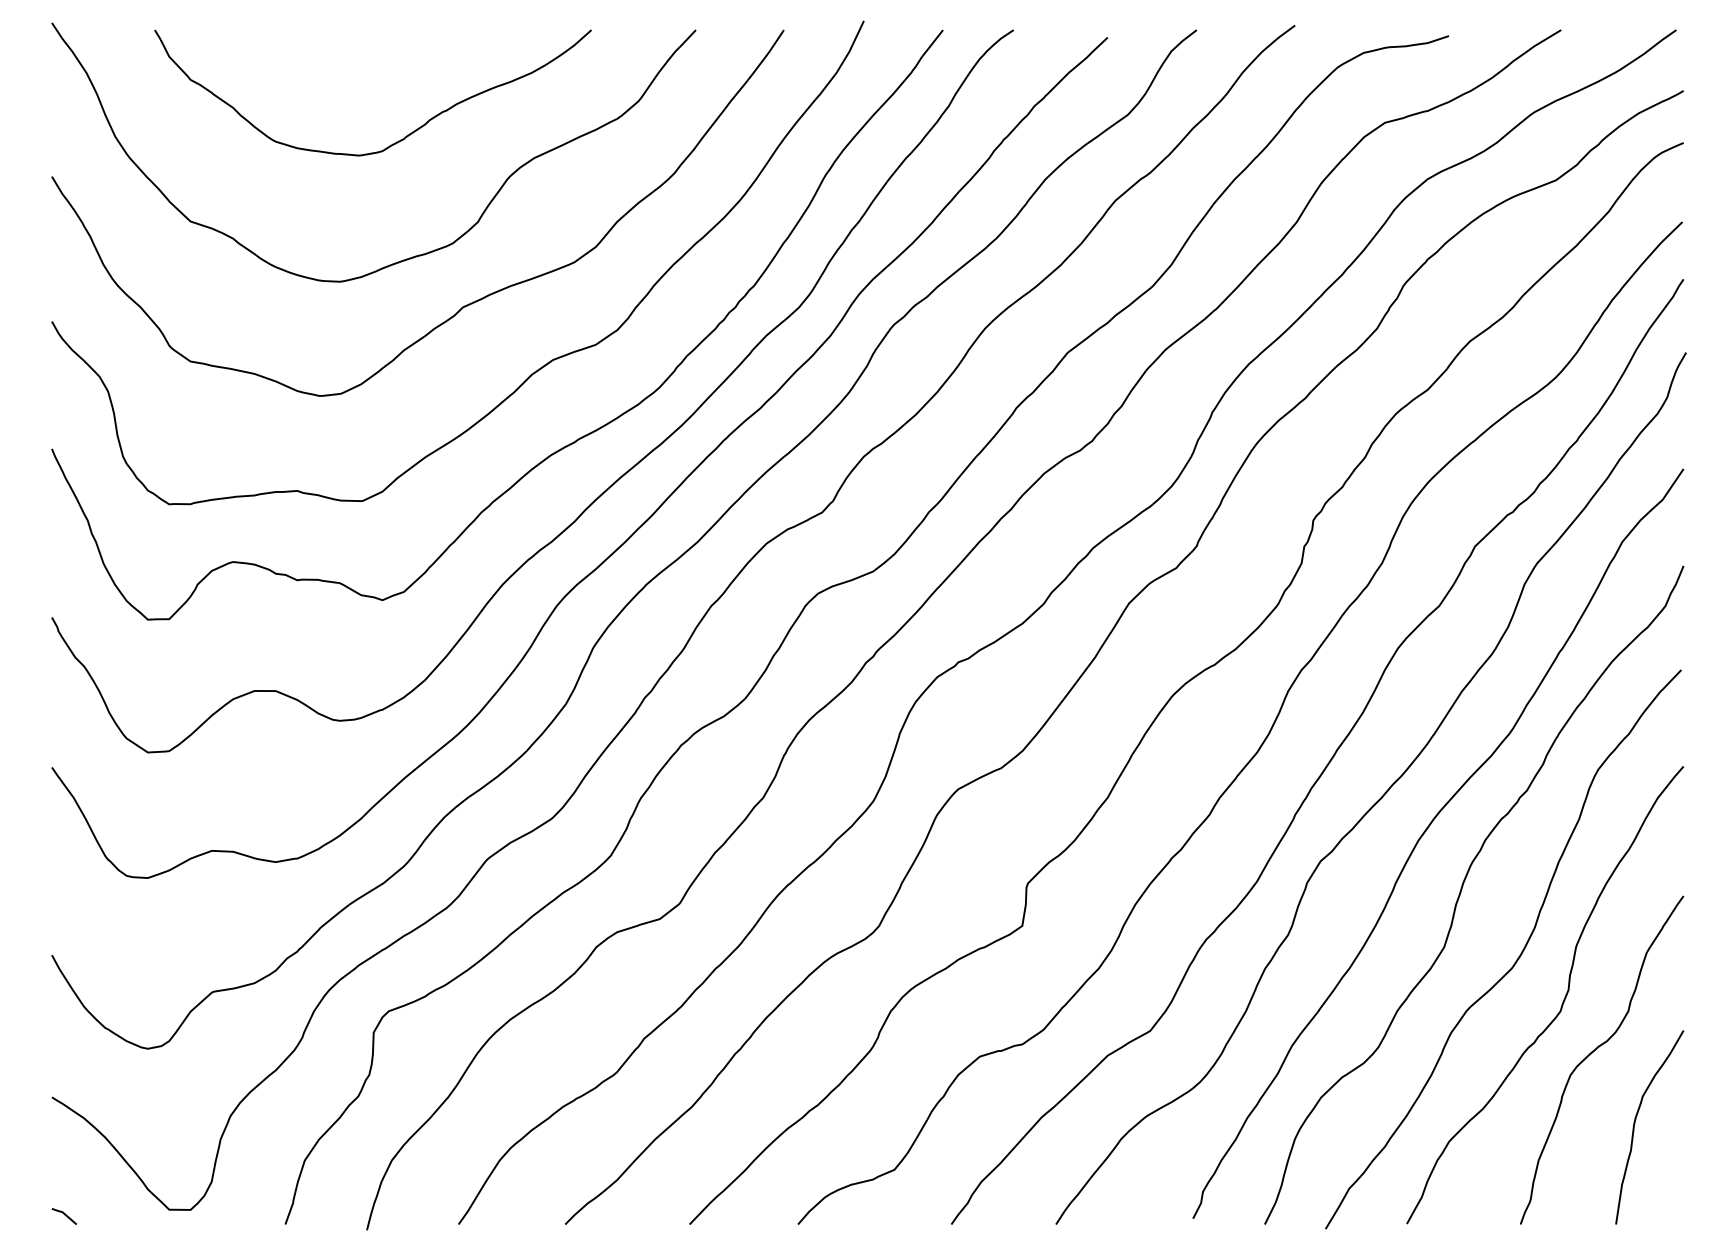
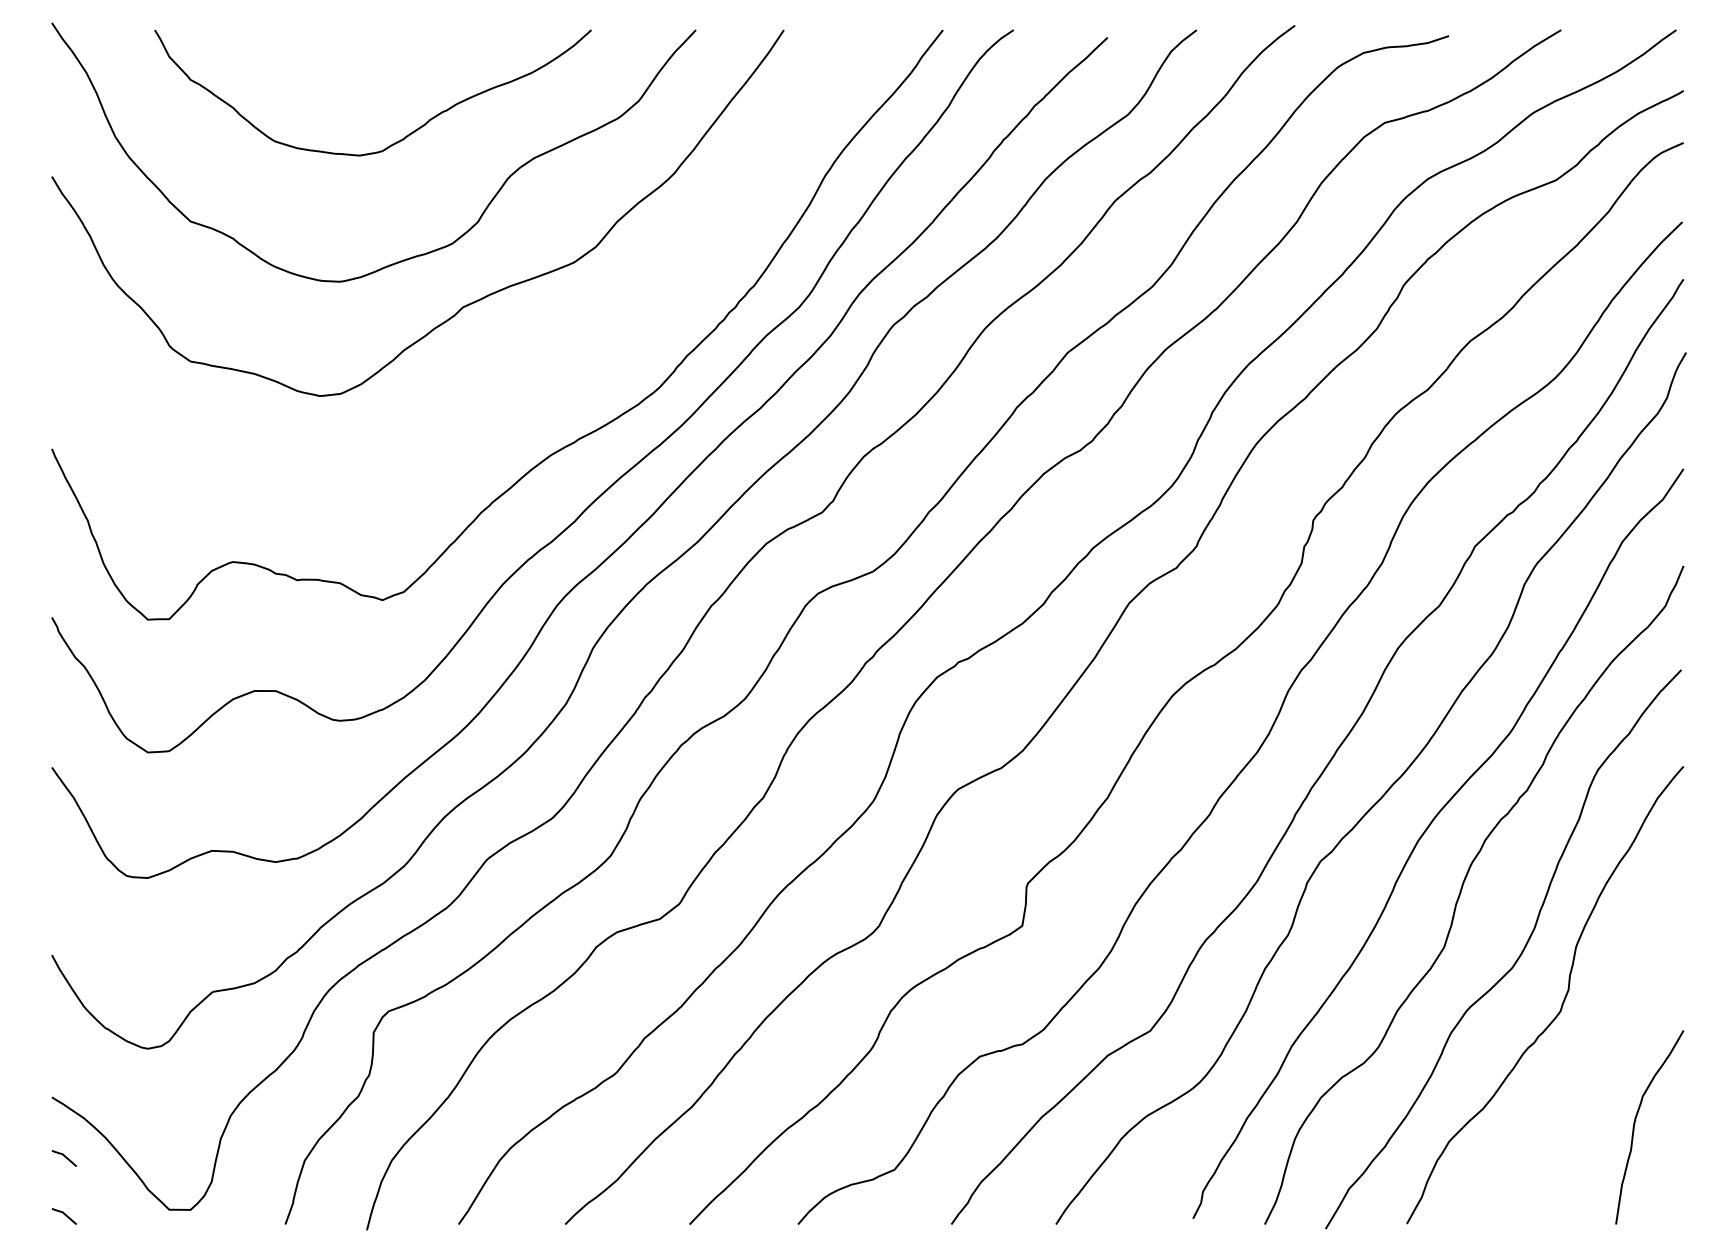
curve at (531, 373): present -> none
curve at (1594, 1051): present -> none
line at (64, 1157): none -> present
